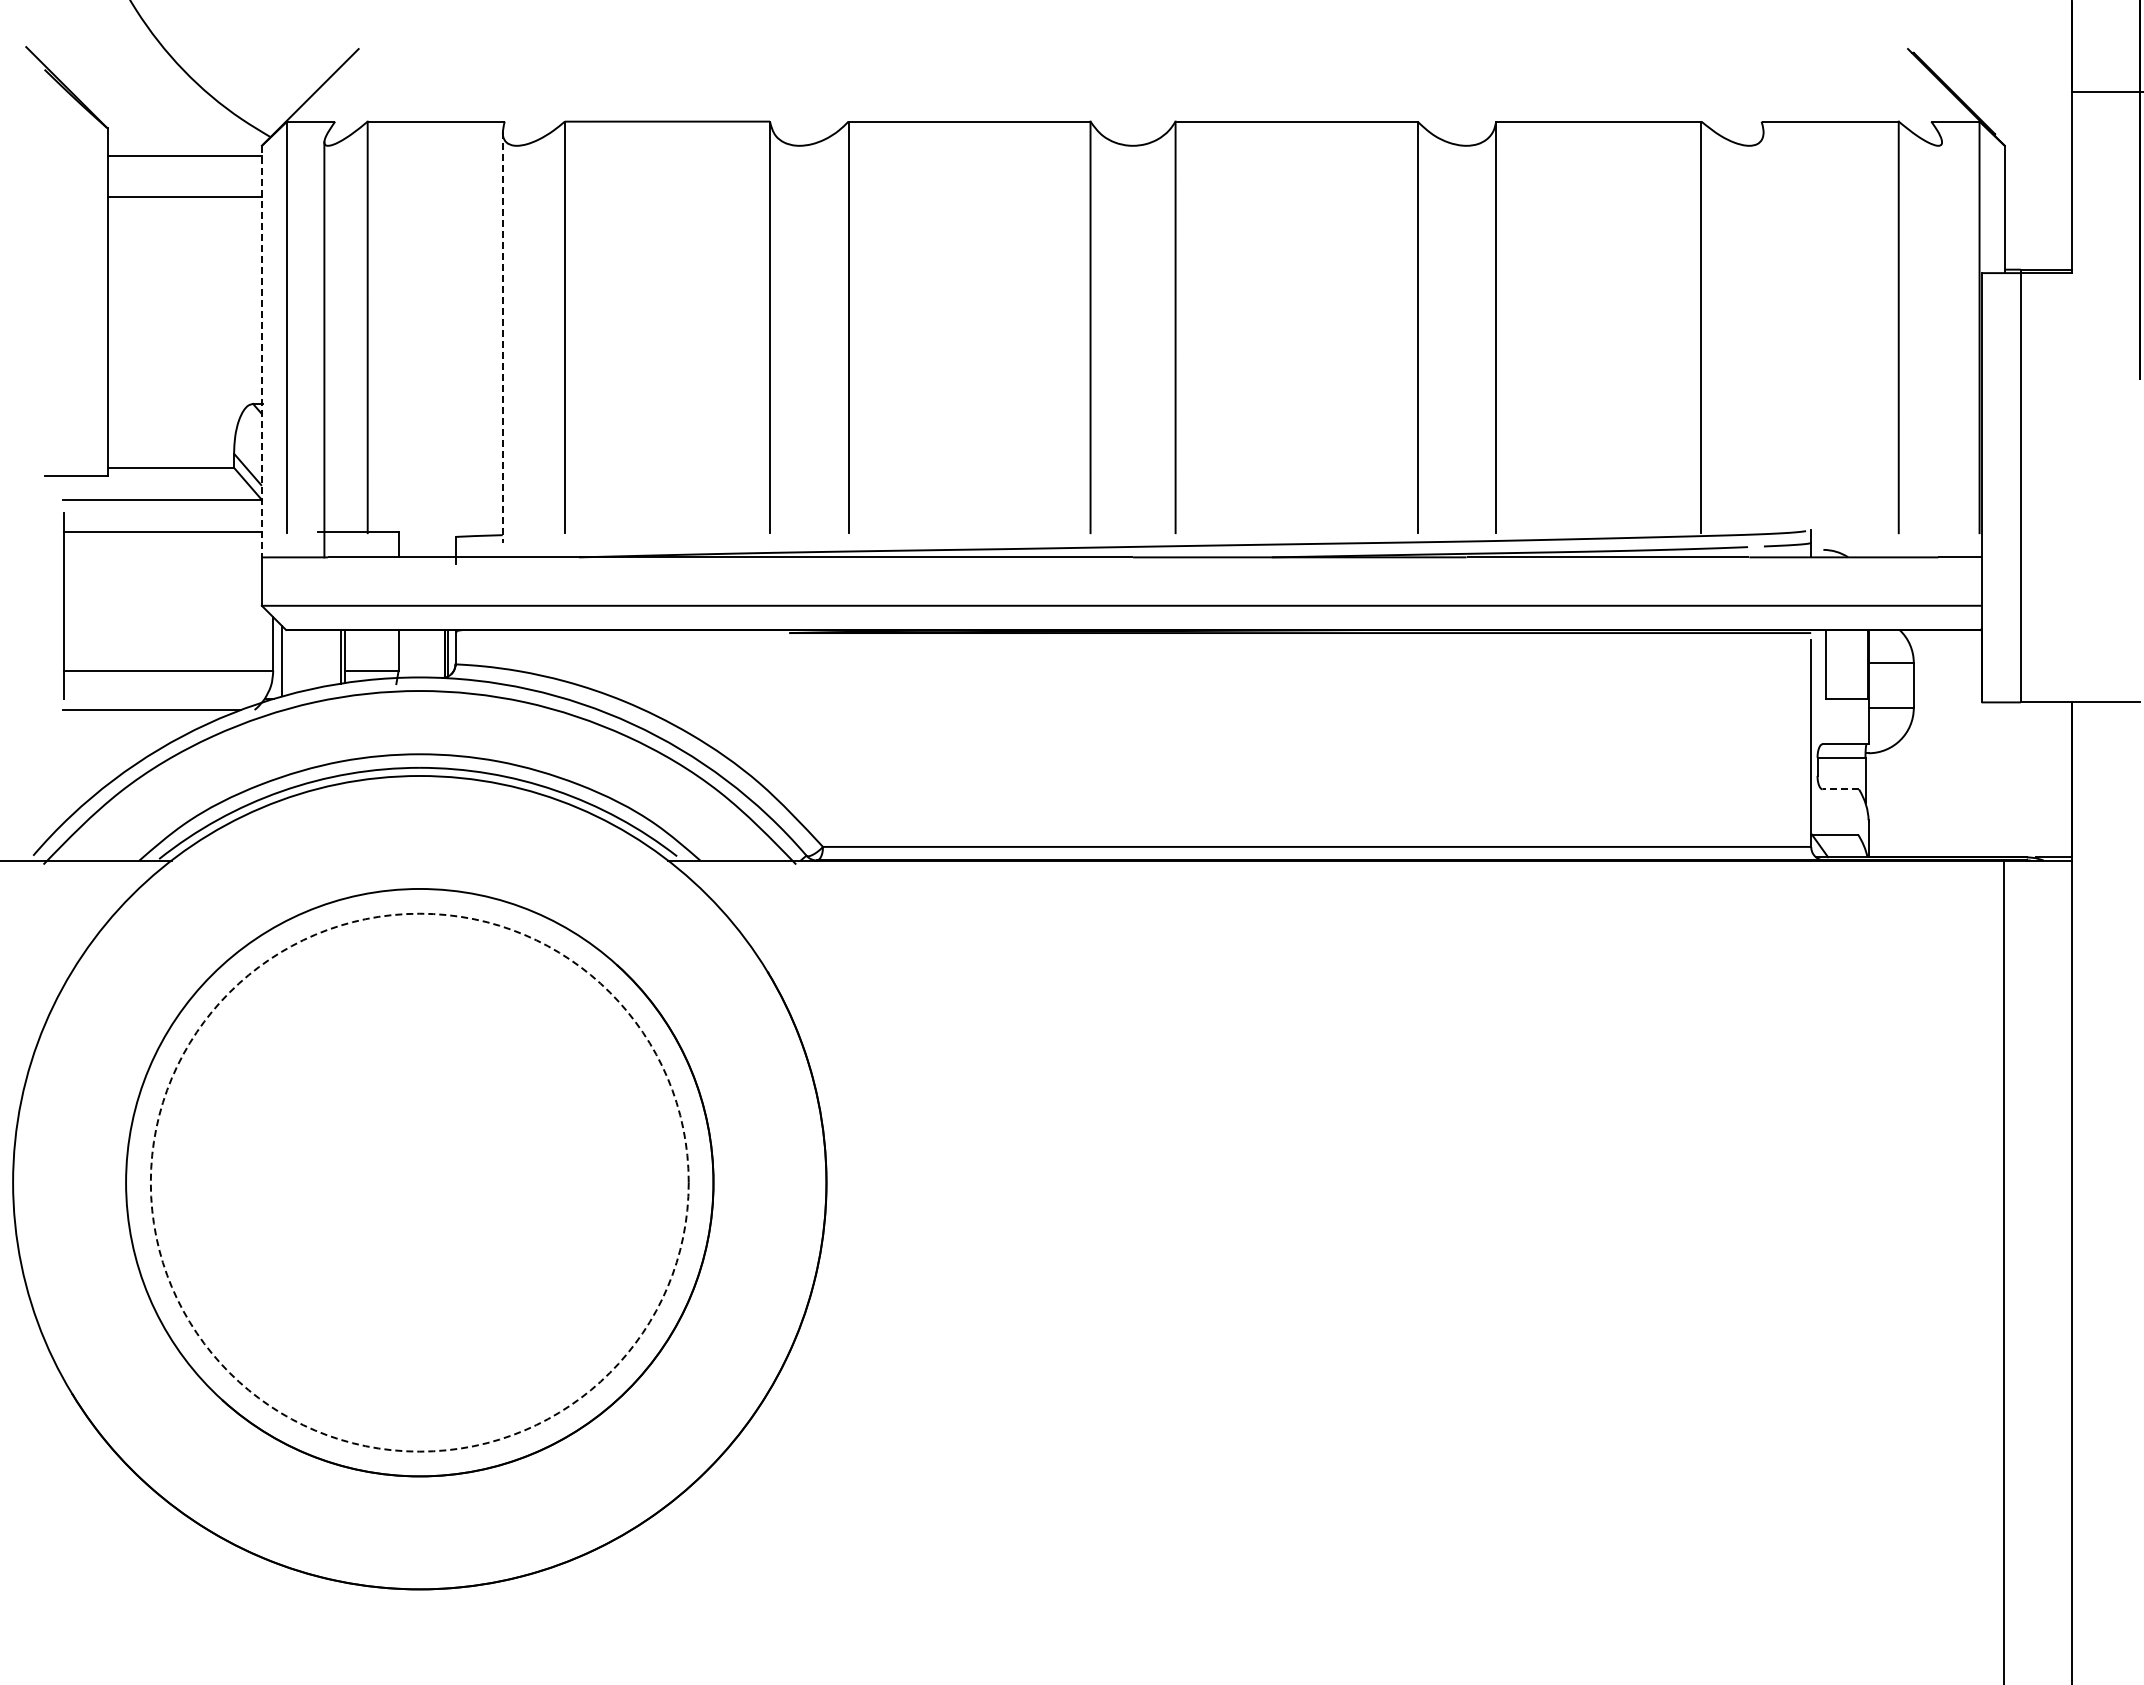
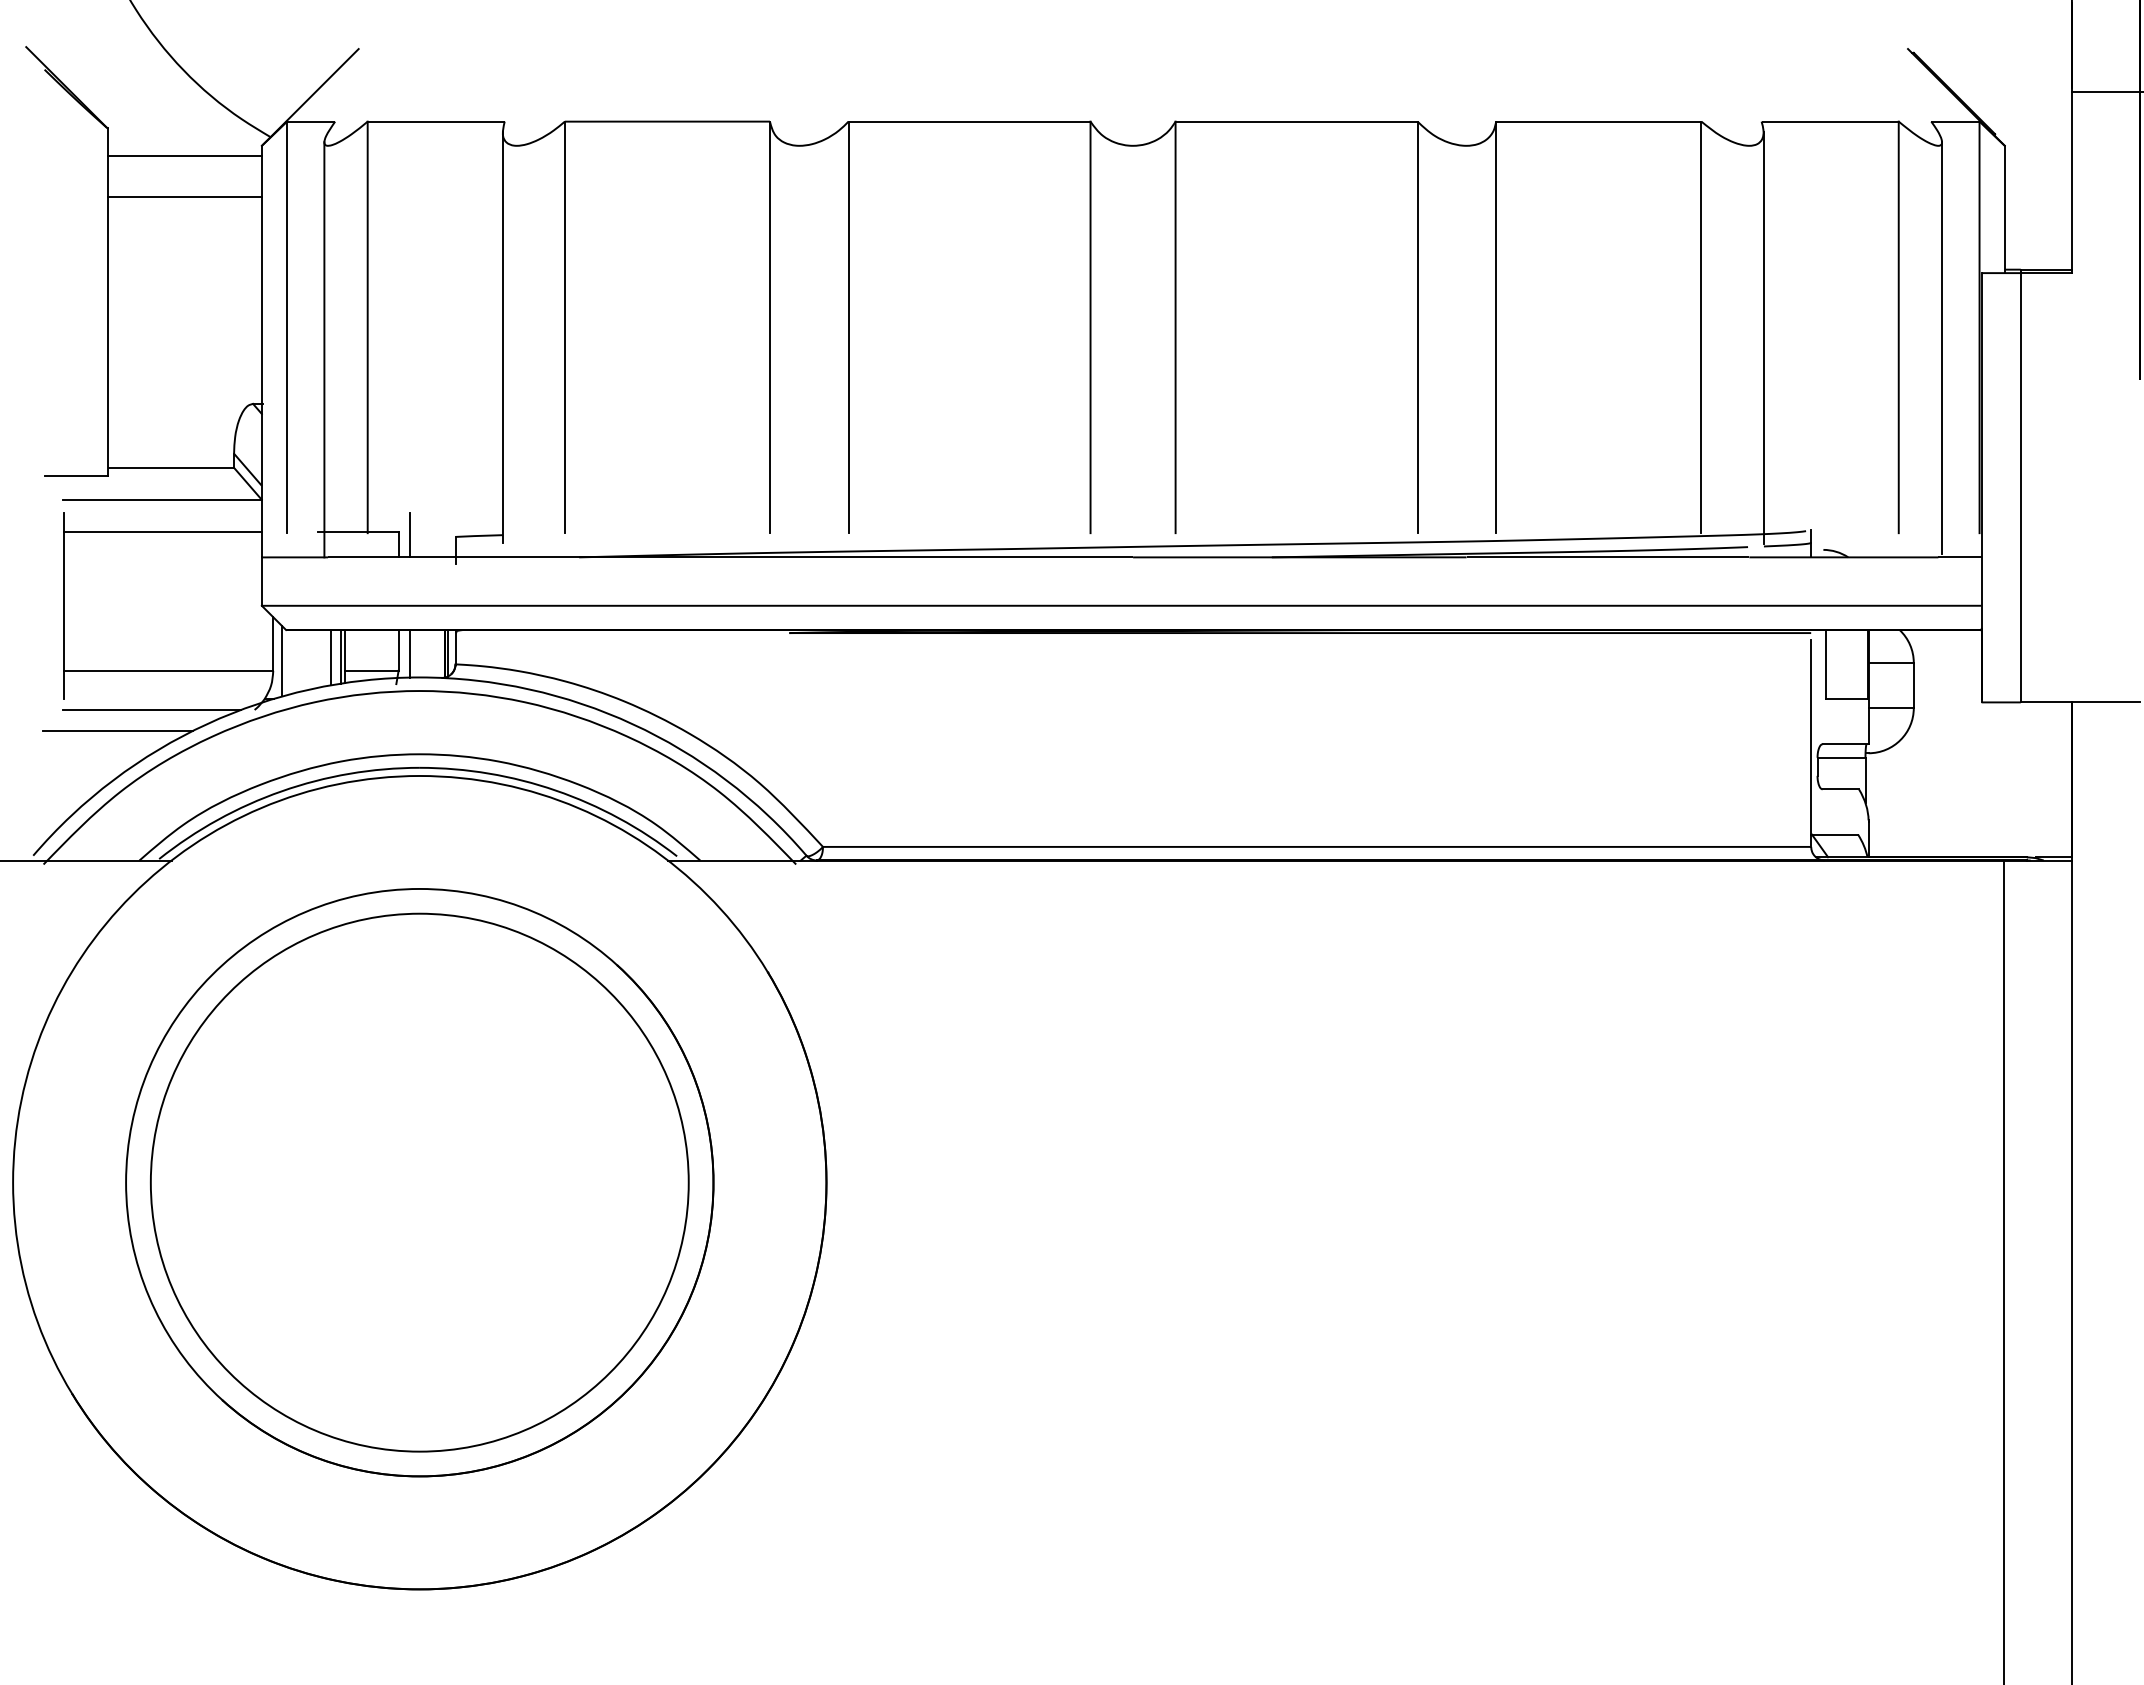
line at (502, 337): dashed -> solid
line at (1763, 337): none -> present
line at (1942, 347): none -> present
line at (261, 351): dashed -> solid
line at (409, 535): none -> present
line at (409, 653): none -> present
line at (331, 657): none -> present
line at (118, 730): none -> present
line at (1840, 789): dashed -> solid
circle at (419, 1182): dashed -> solid
